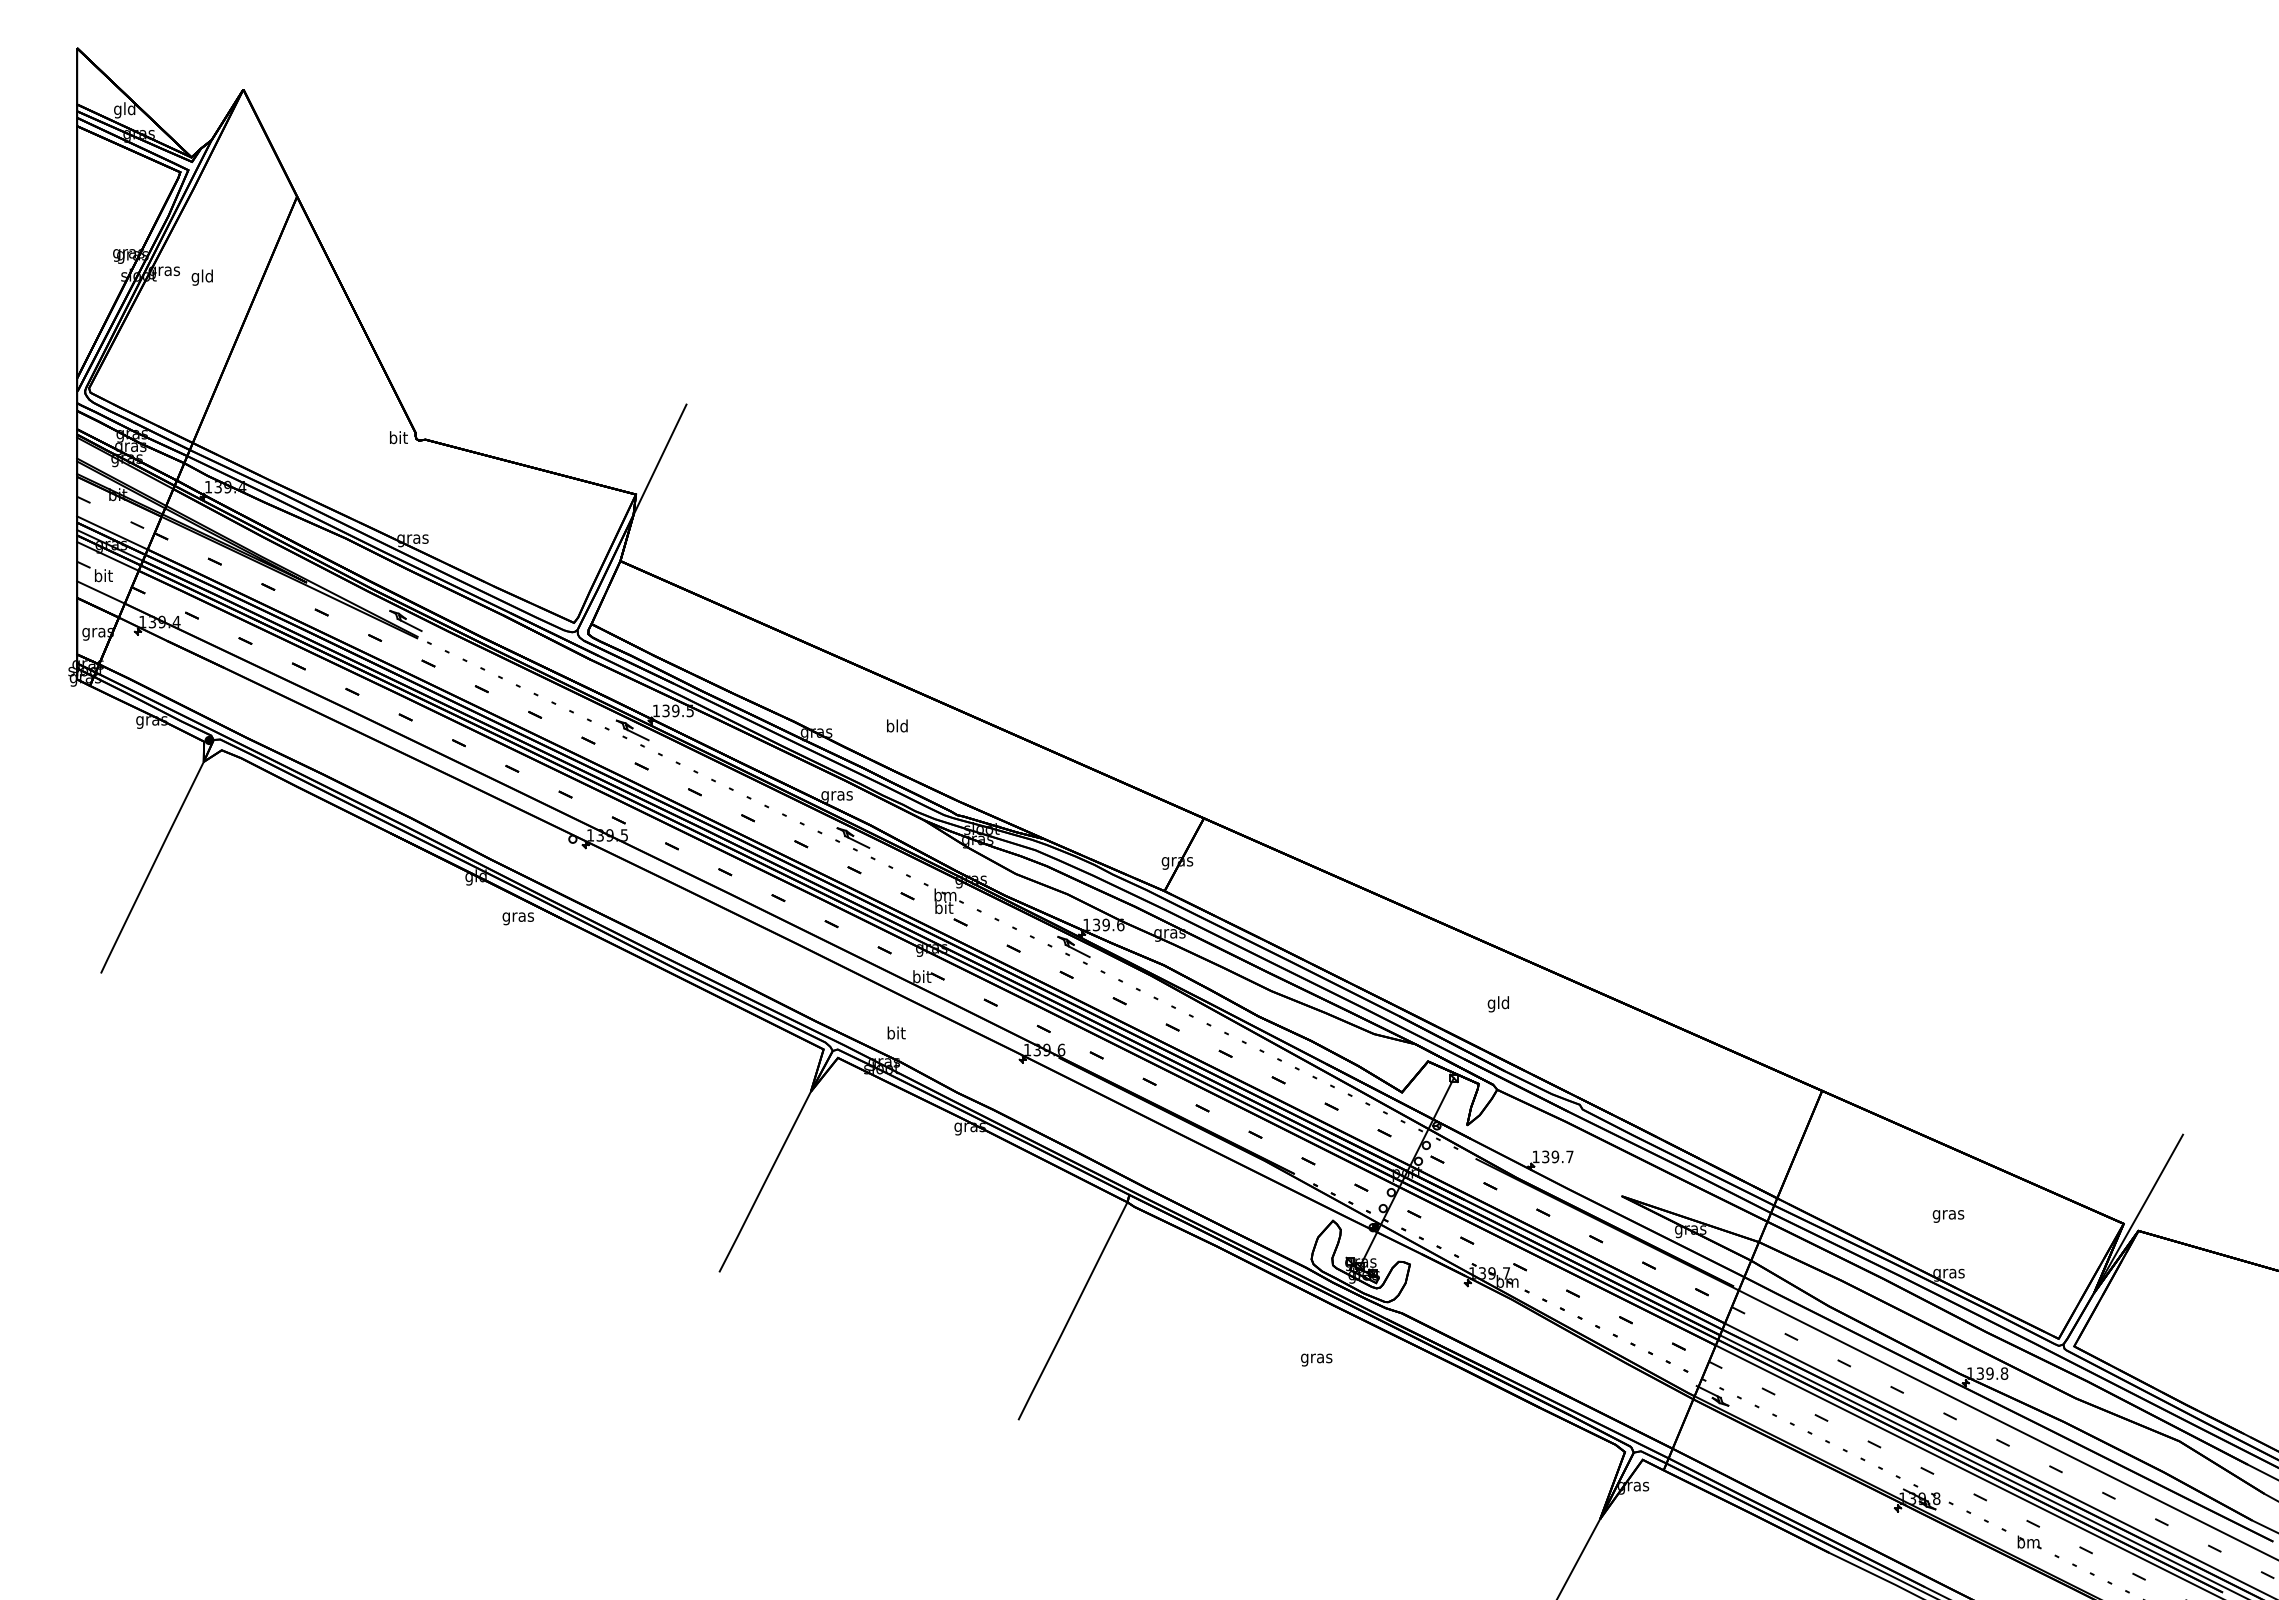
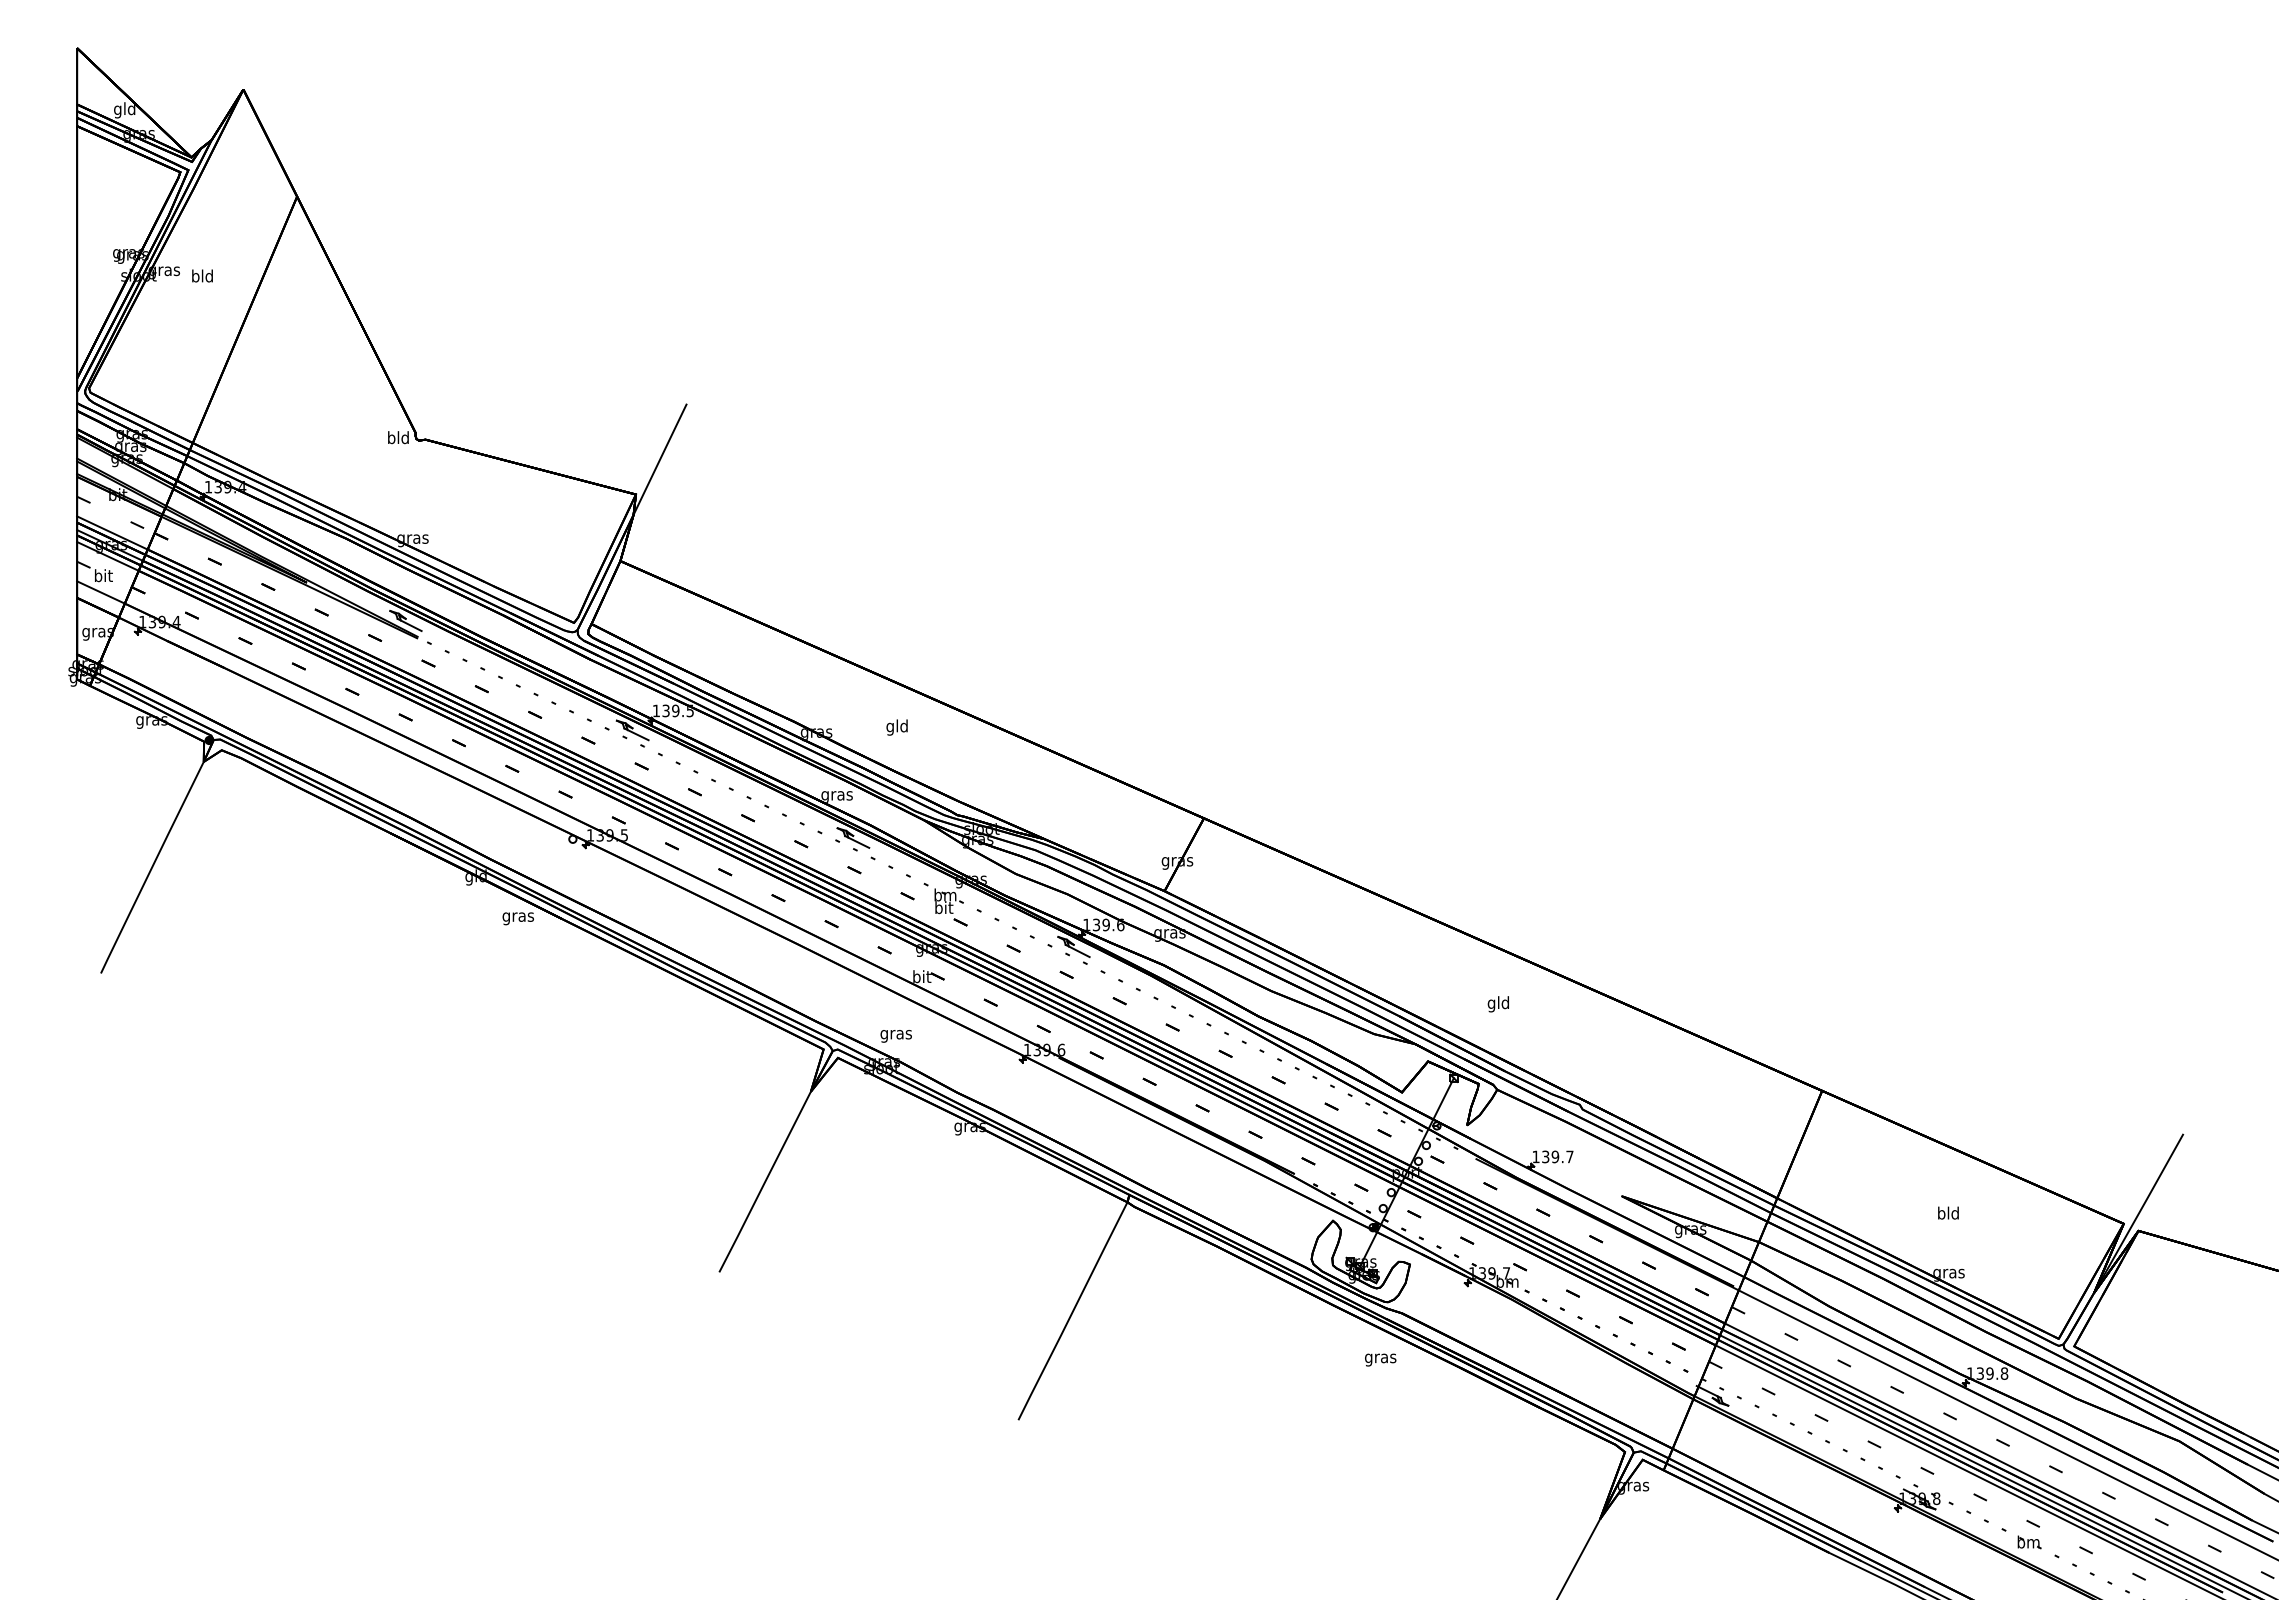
text at (195, 277): gld -> bld
text at (398, 437): bit -> bld
text at (890, 727): bld -> gld
text at (895, 1034): bit -> gras
text at (1948, 1214): gras -> bld
text at (1316, 1359) position: (1316, 1359) -> (1380, 1359)
